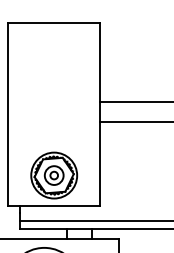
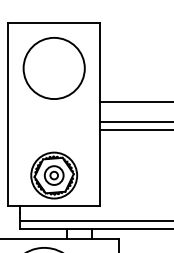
circle at (53, 68): none -> present
line at (135, 130): none -> present
